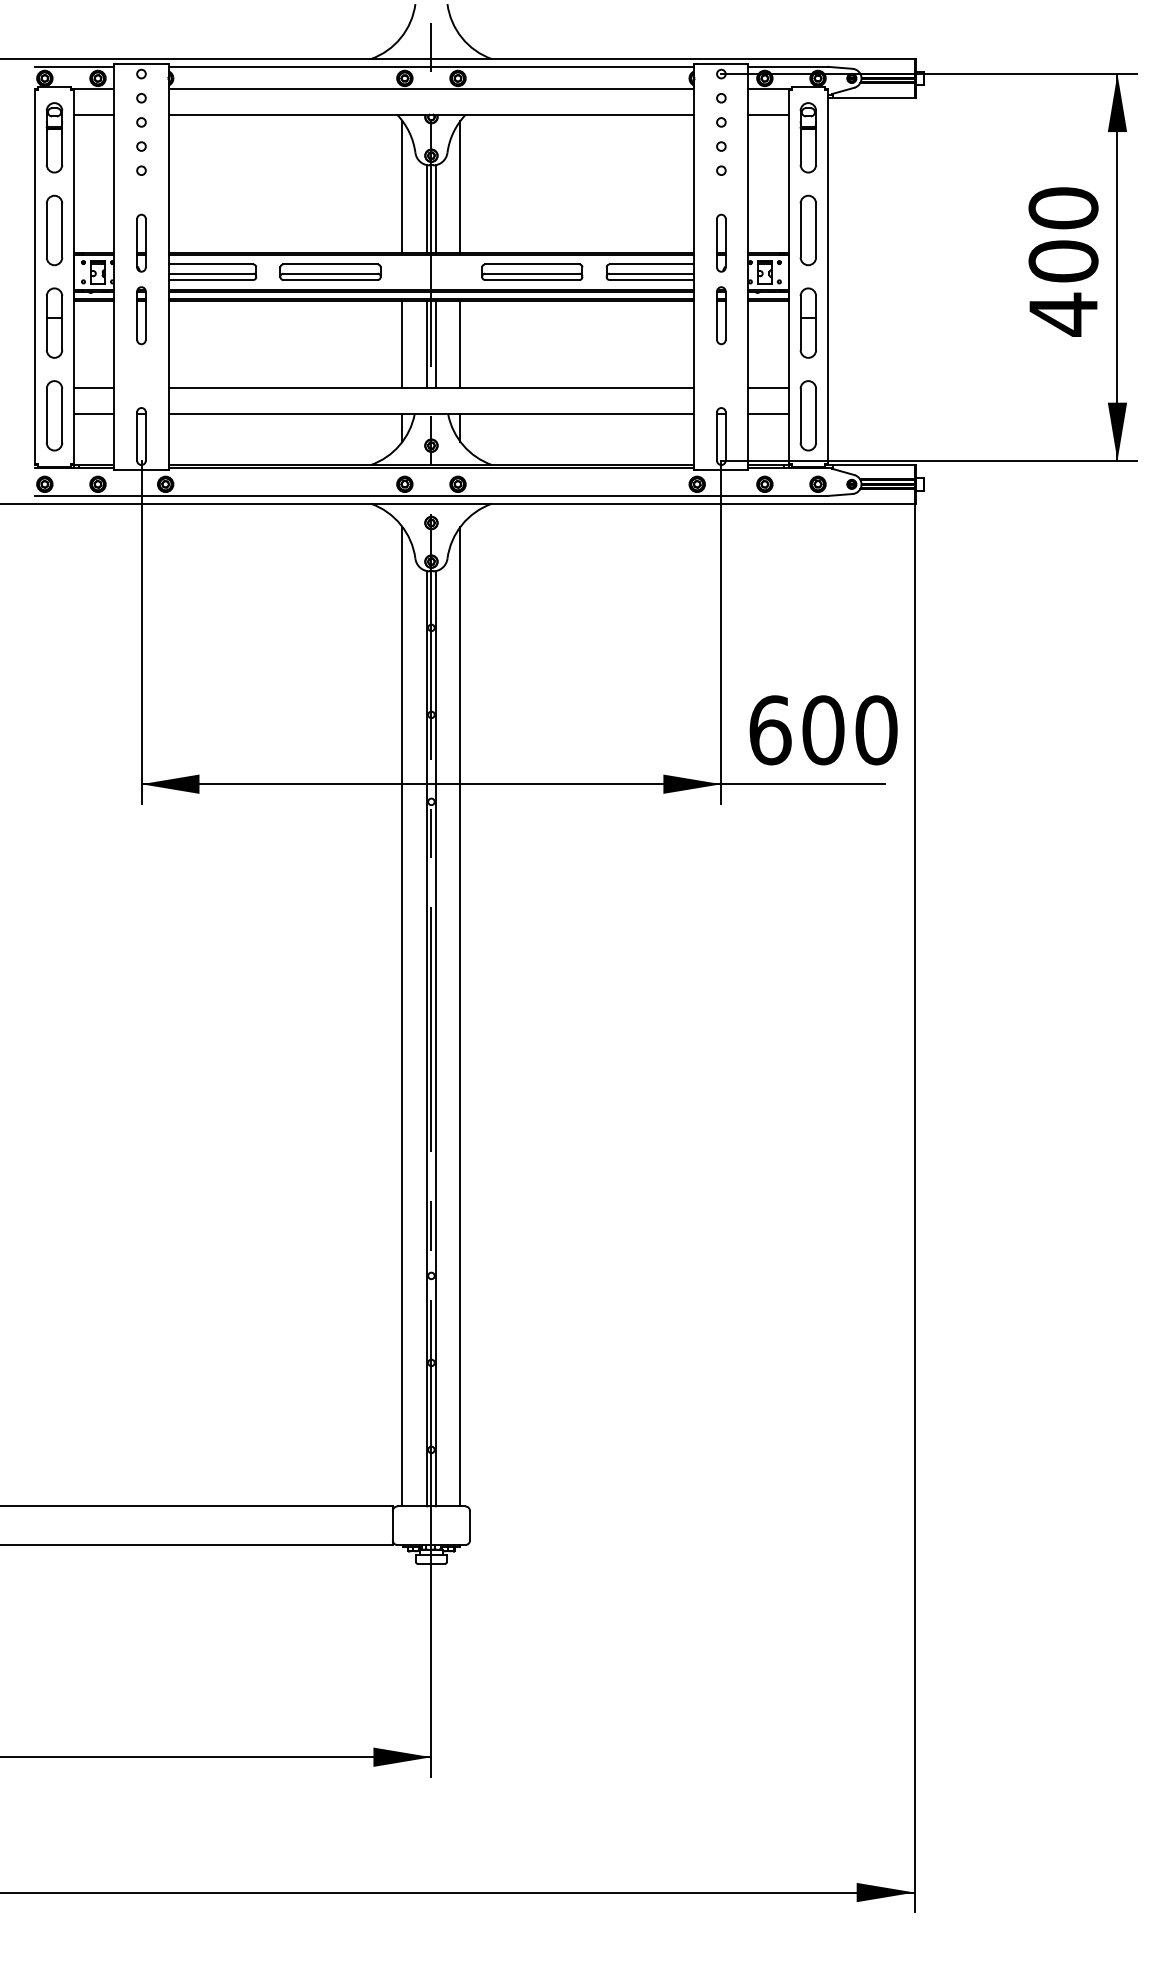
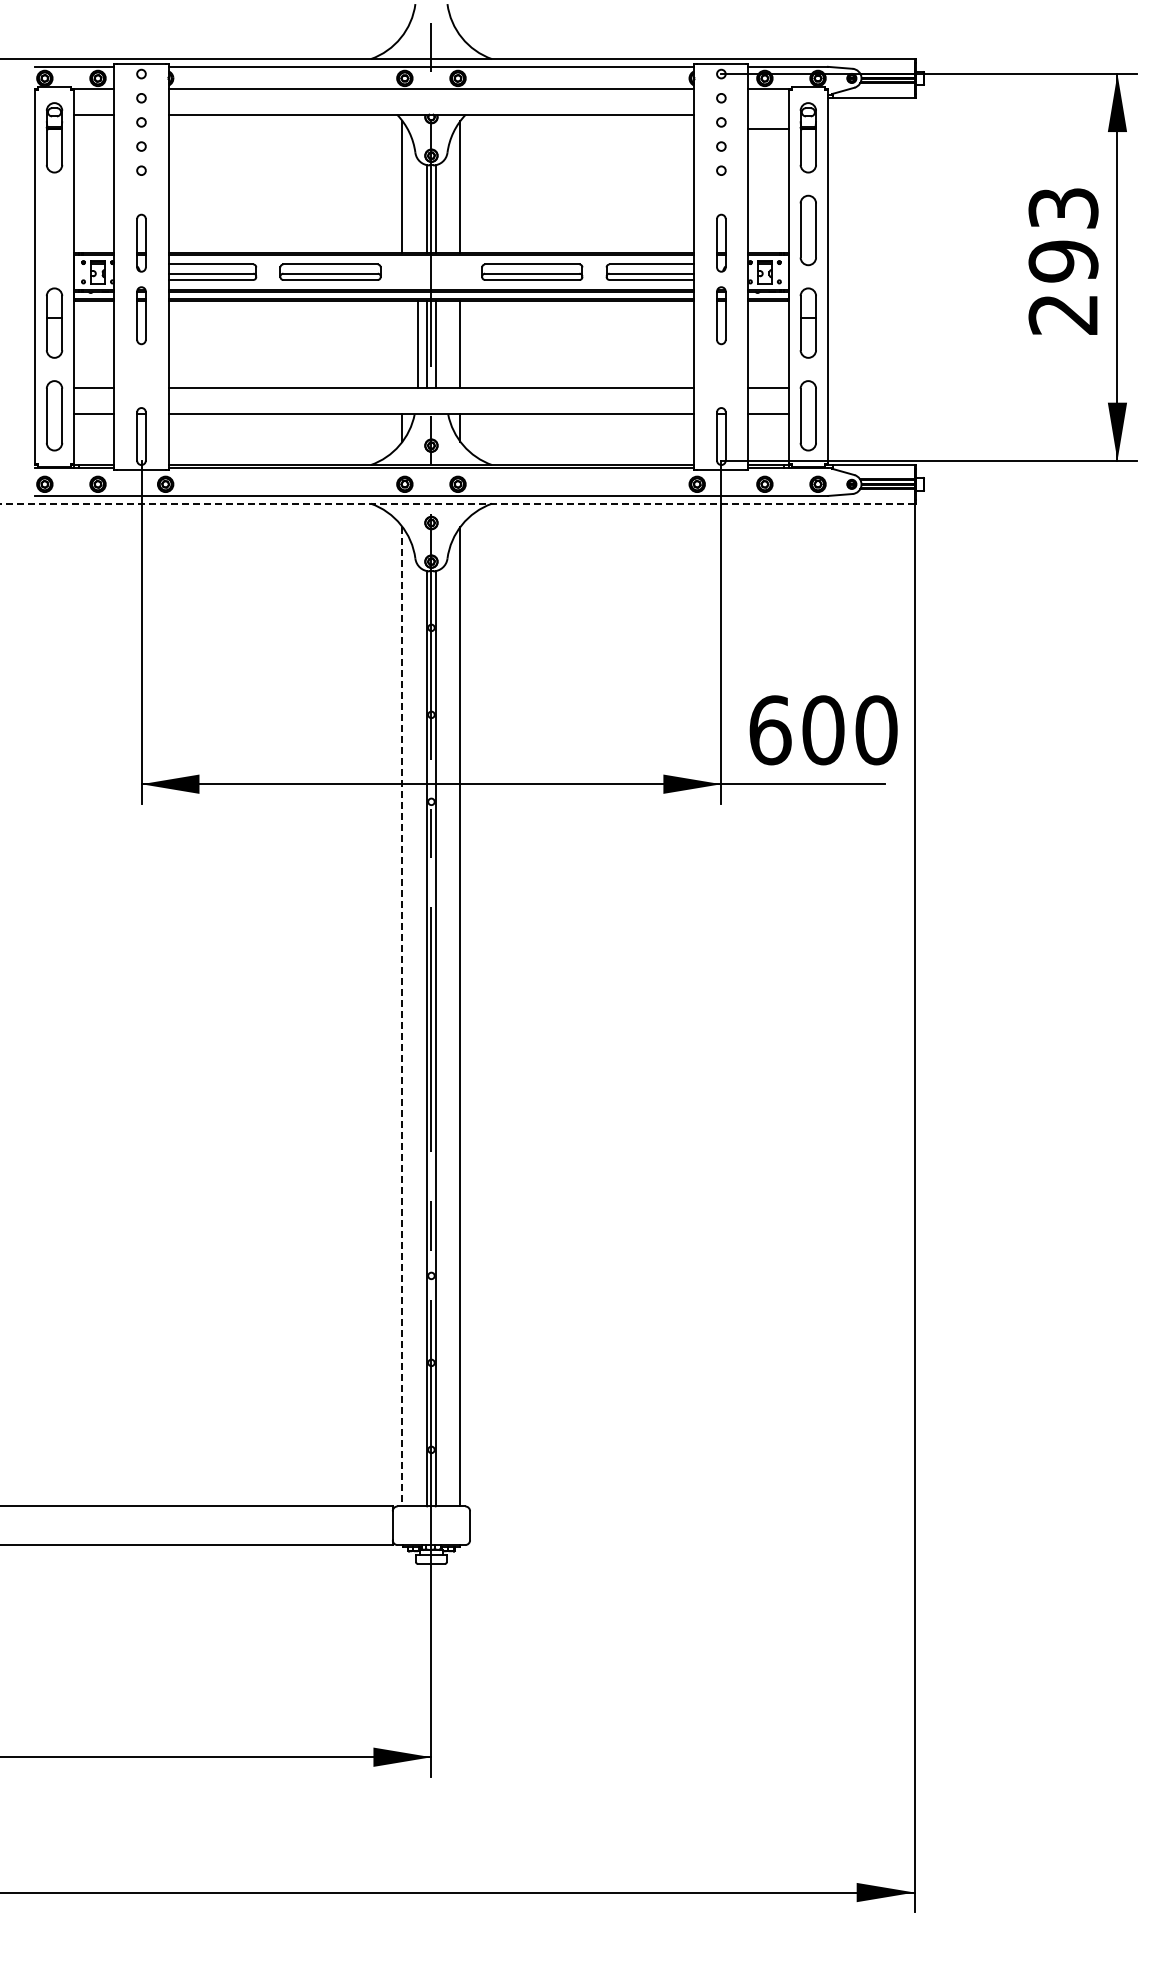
line at (768, 114) position: (768, 114) -> (768, 128)
part at (54, 230): present -> none
text at (1063, 261): 400 -> 293
line at (402, 344) position: (402, 344) -> (418, 344)
line at (456, 503): solid -> dashed
line at (402, 1016): solid -> dashed
